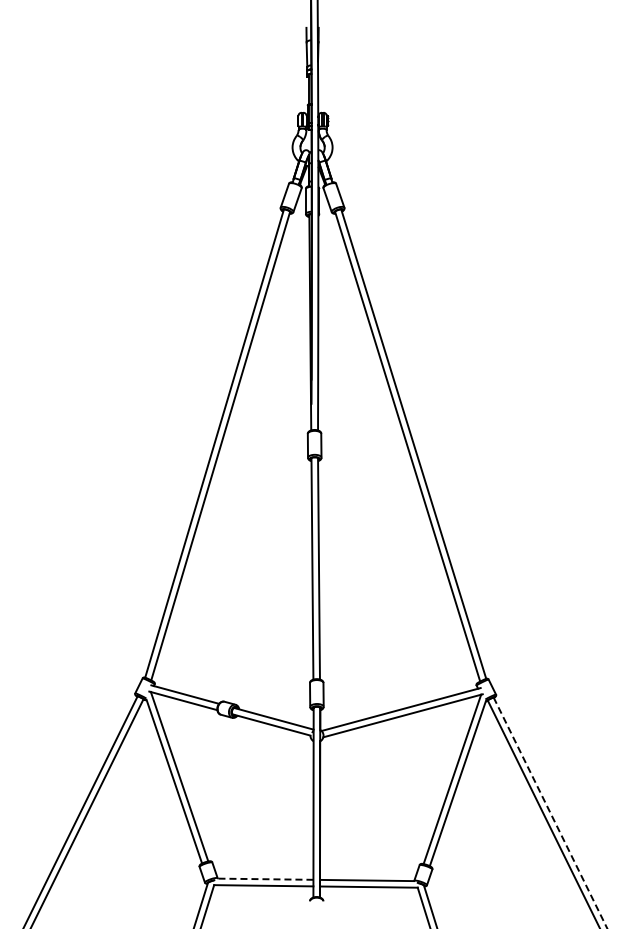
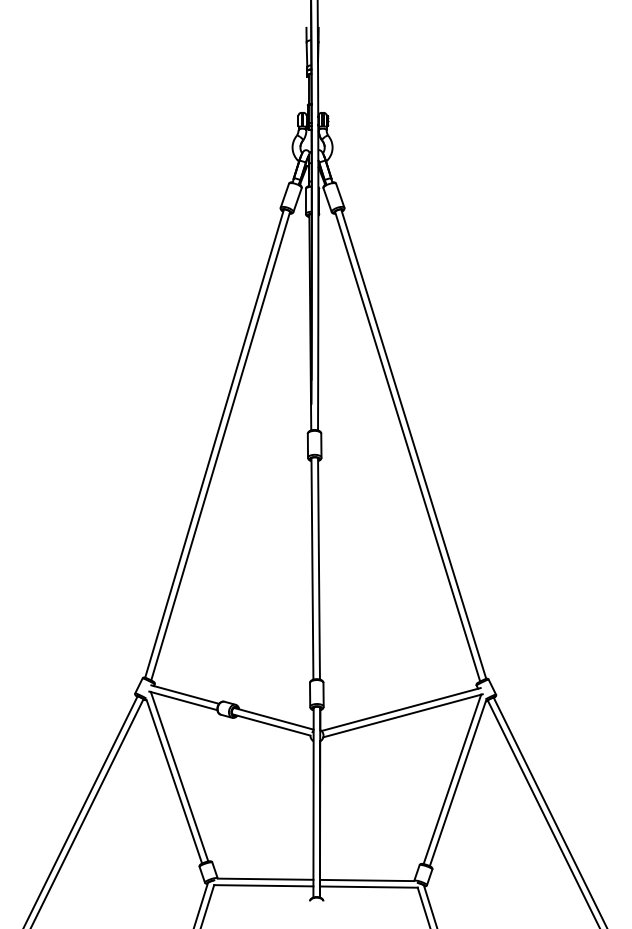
line at (550, 813): dashed -> solid
line at (265, 879): dashed -> solid
